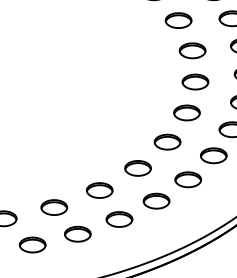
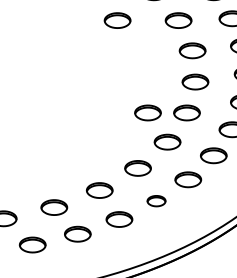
part at (117, 20): none -> present
part at (147, 112): none -> present
part at (156, 200) size: 29x18 px -> 21x13 px
